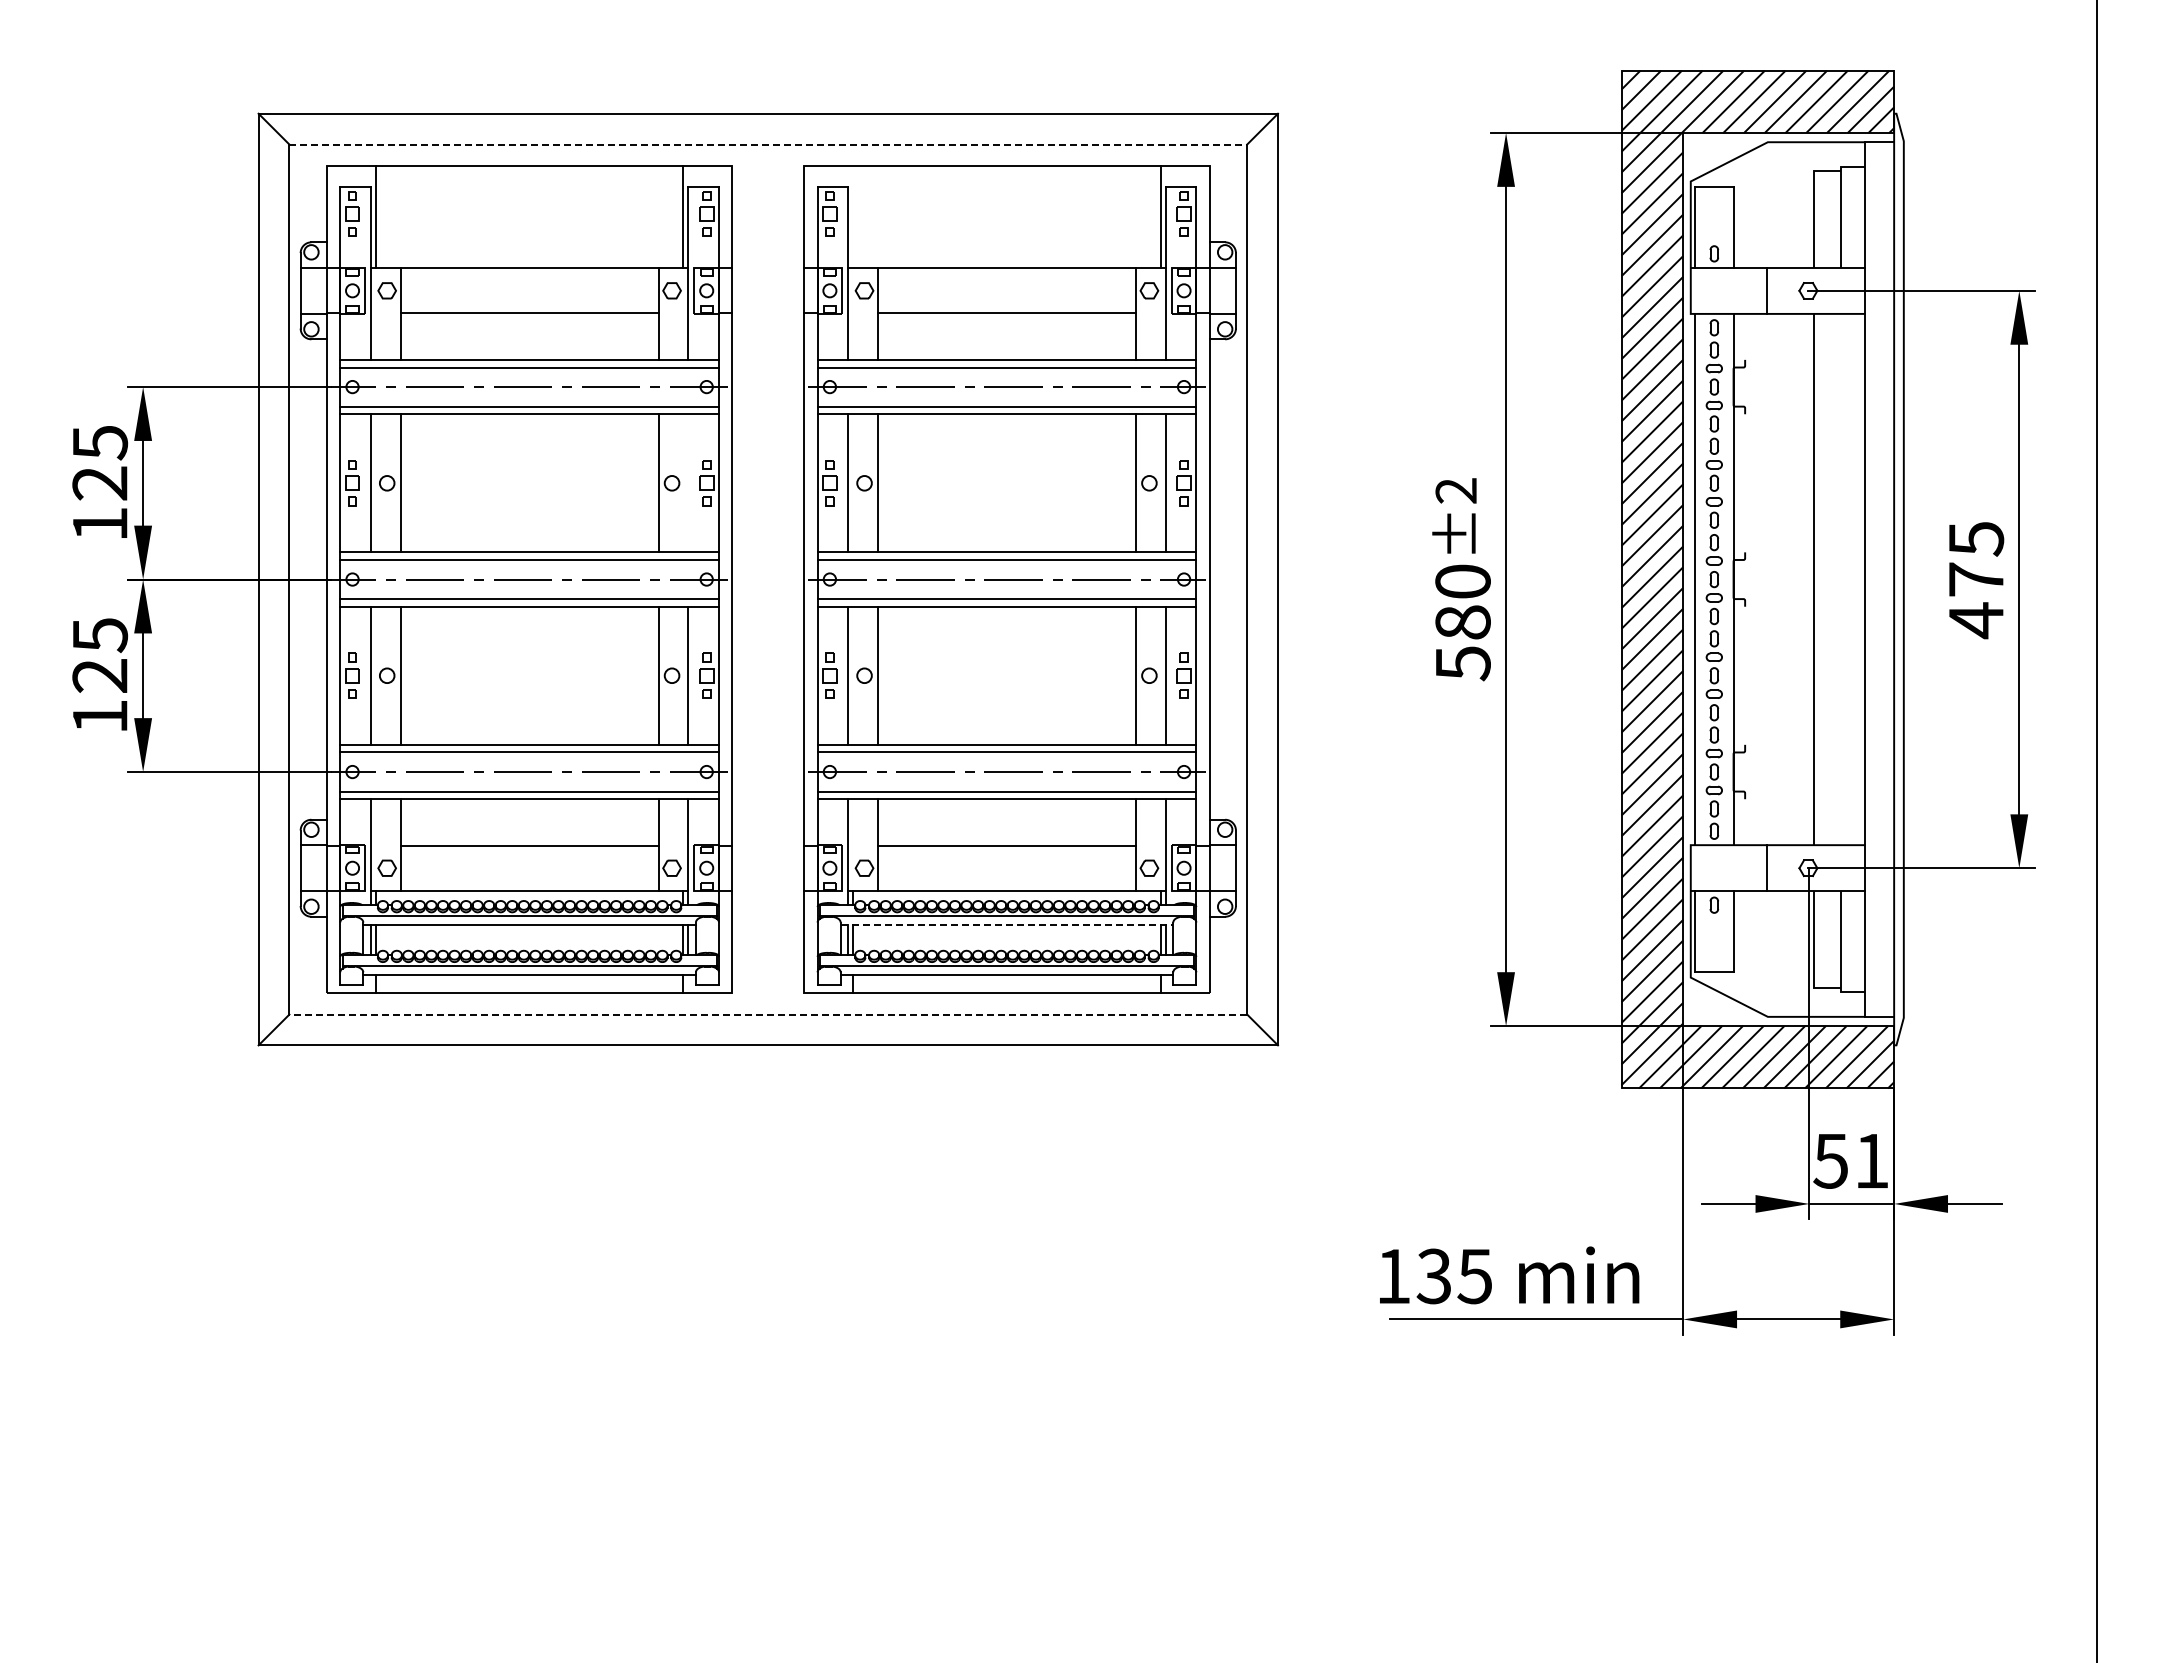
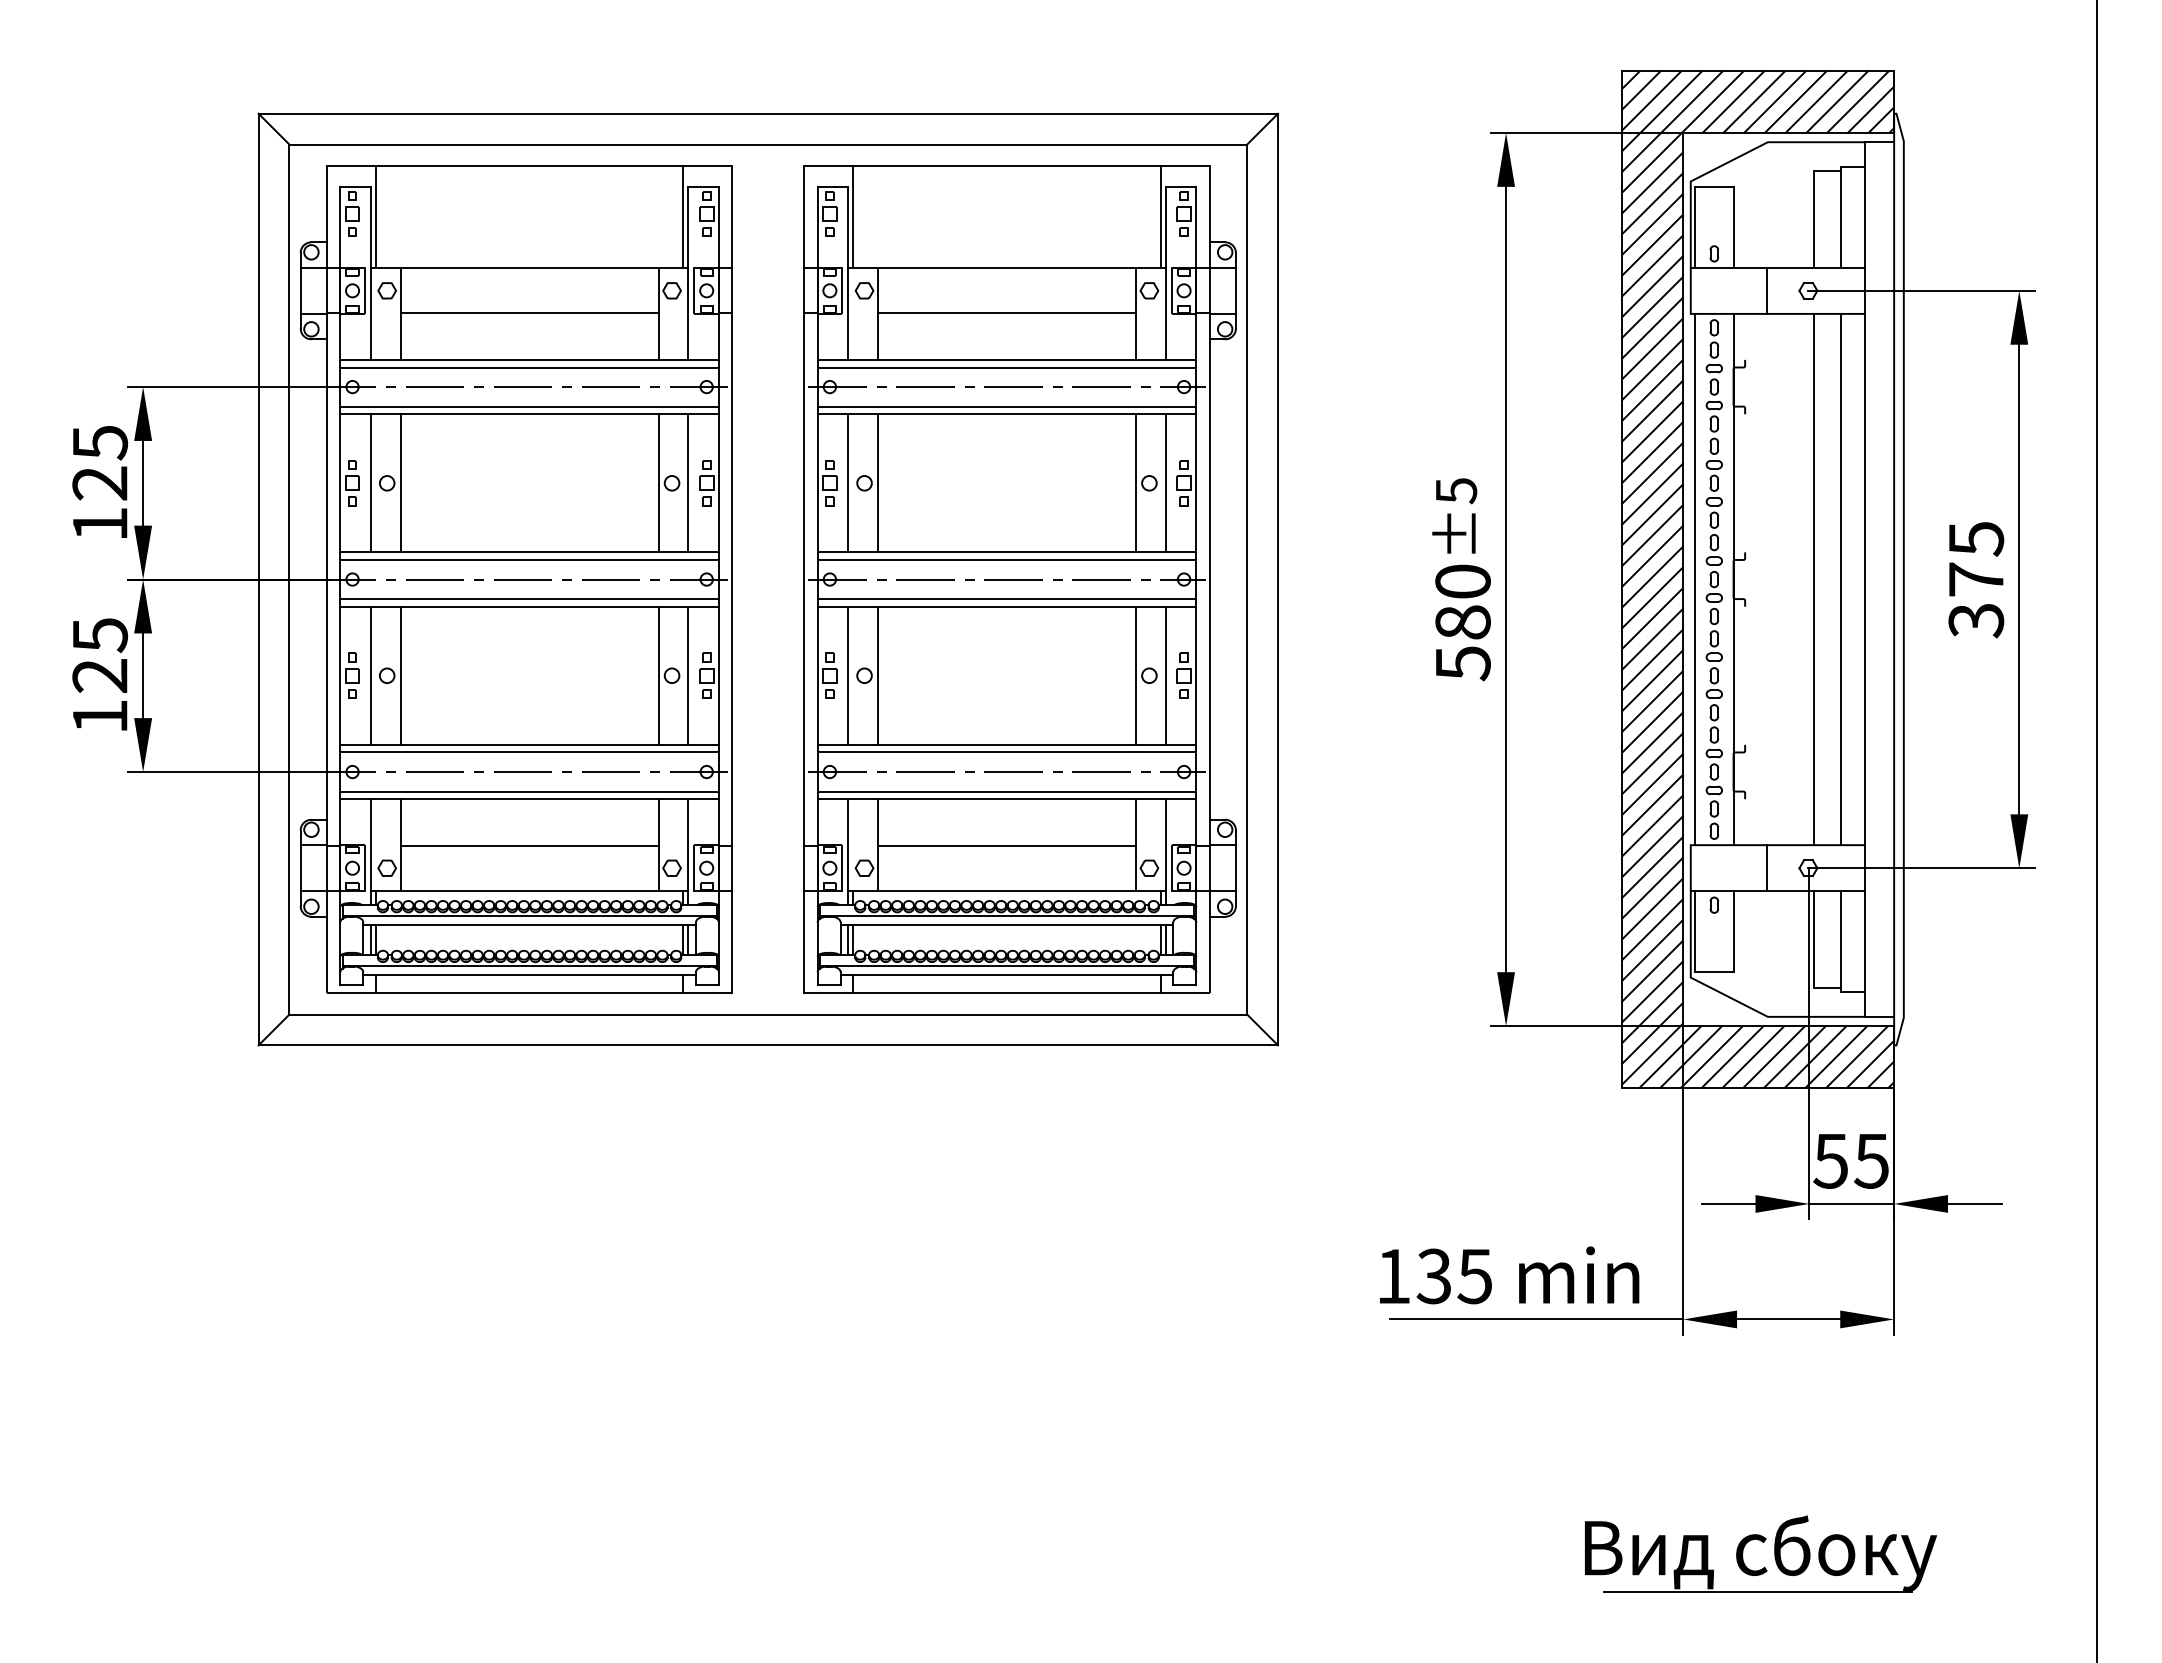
line at (768, 144): dashed -> solid
line at (853, 216): none -> present
line at (688, 483): none -> present
text at (1456, 491): ±2 -> ±5
line at (1840, 579): none -> present
text at (1976, 620): 475 -> 375
line at (1007, 925): dashed -> solid
line at (768, 1014): dashed -> solid
text at (1871, 1161): 51 -> 55
part at (1762, 1542): none -> present
